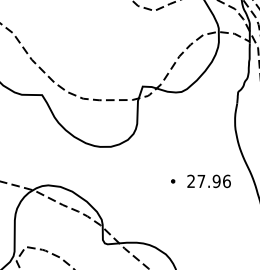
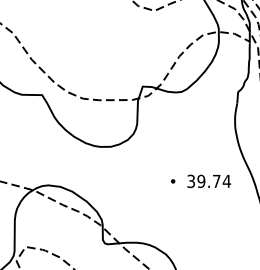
text at (209, 181): 27.96 -> 39.74
